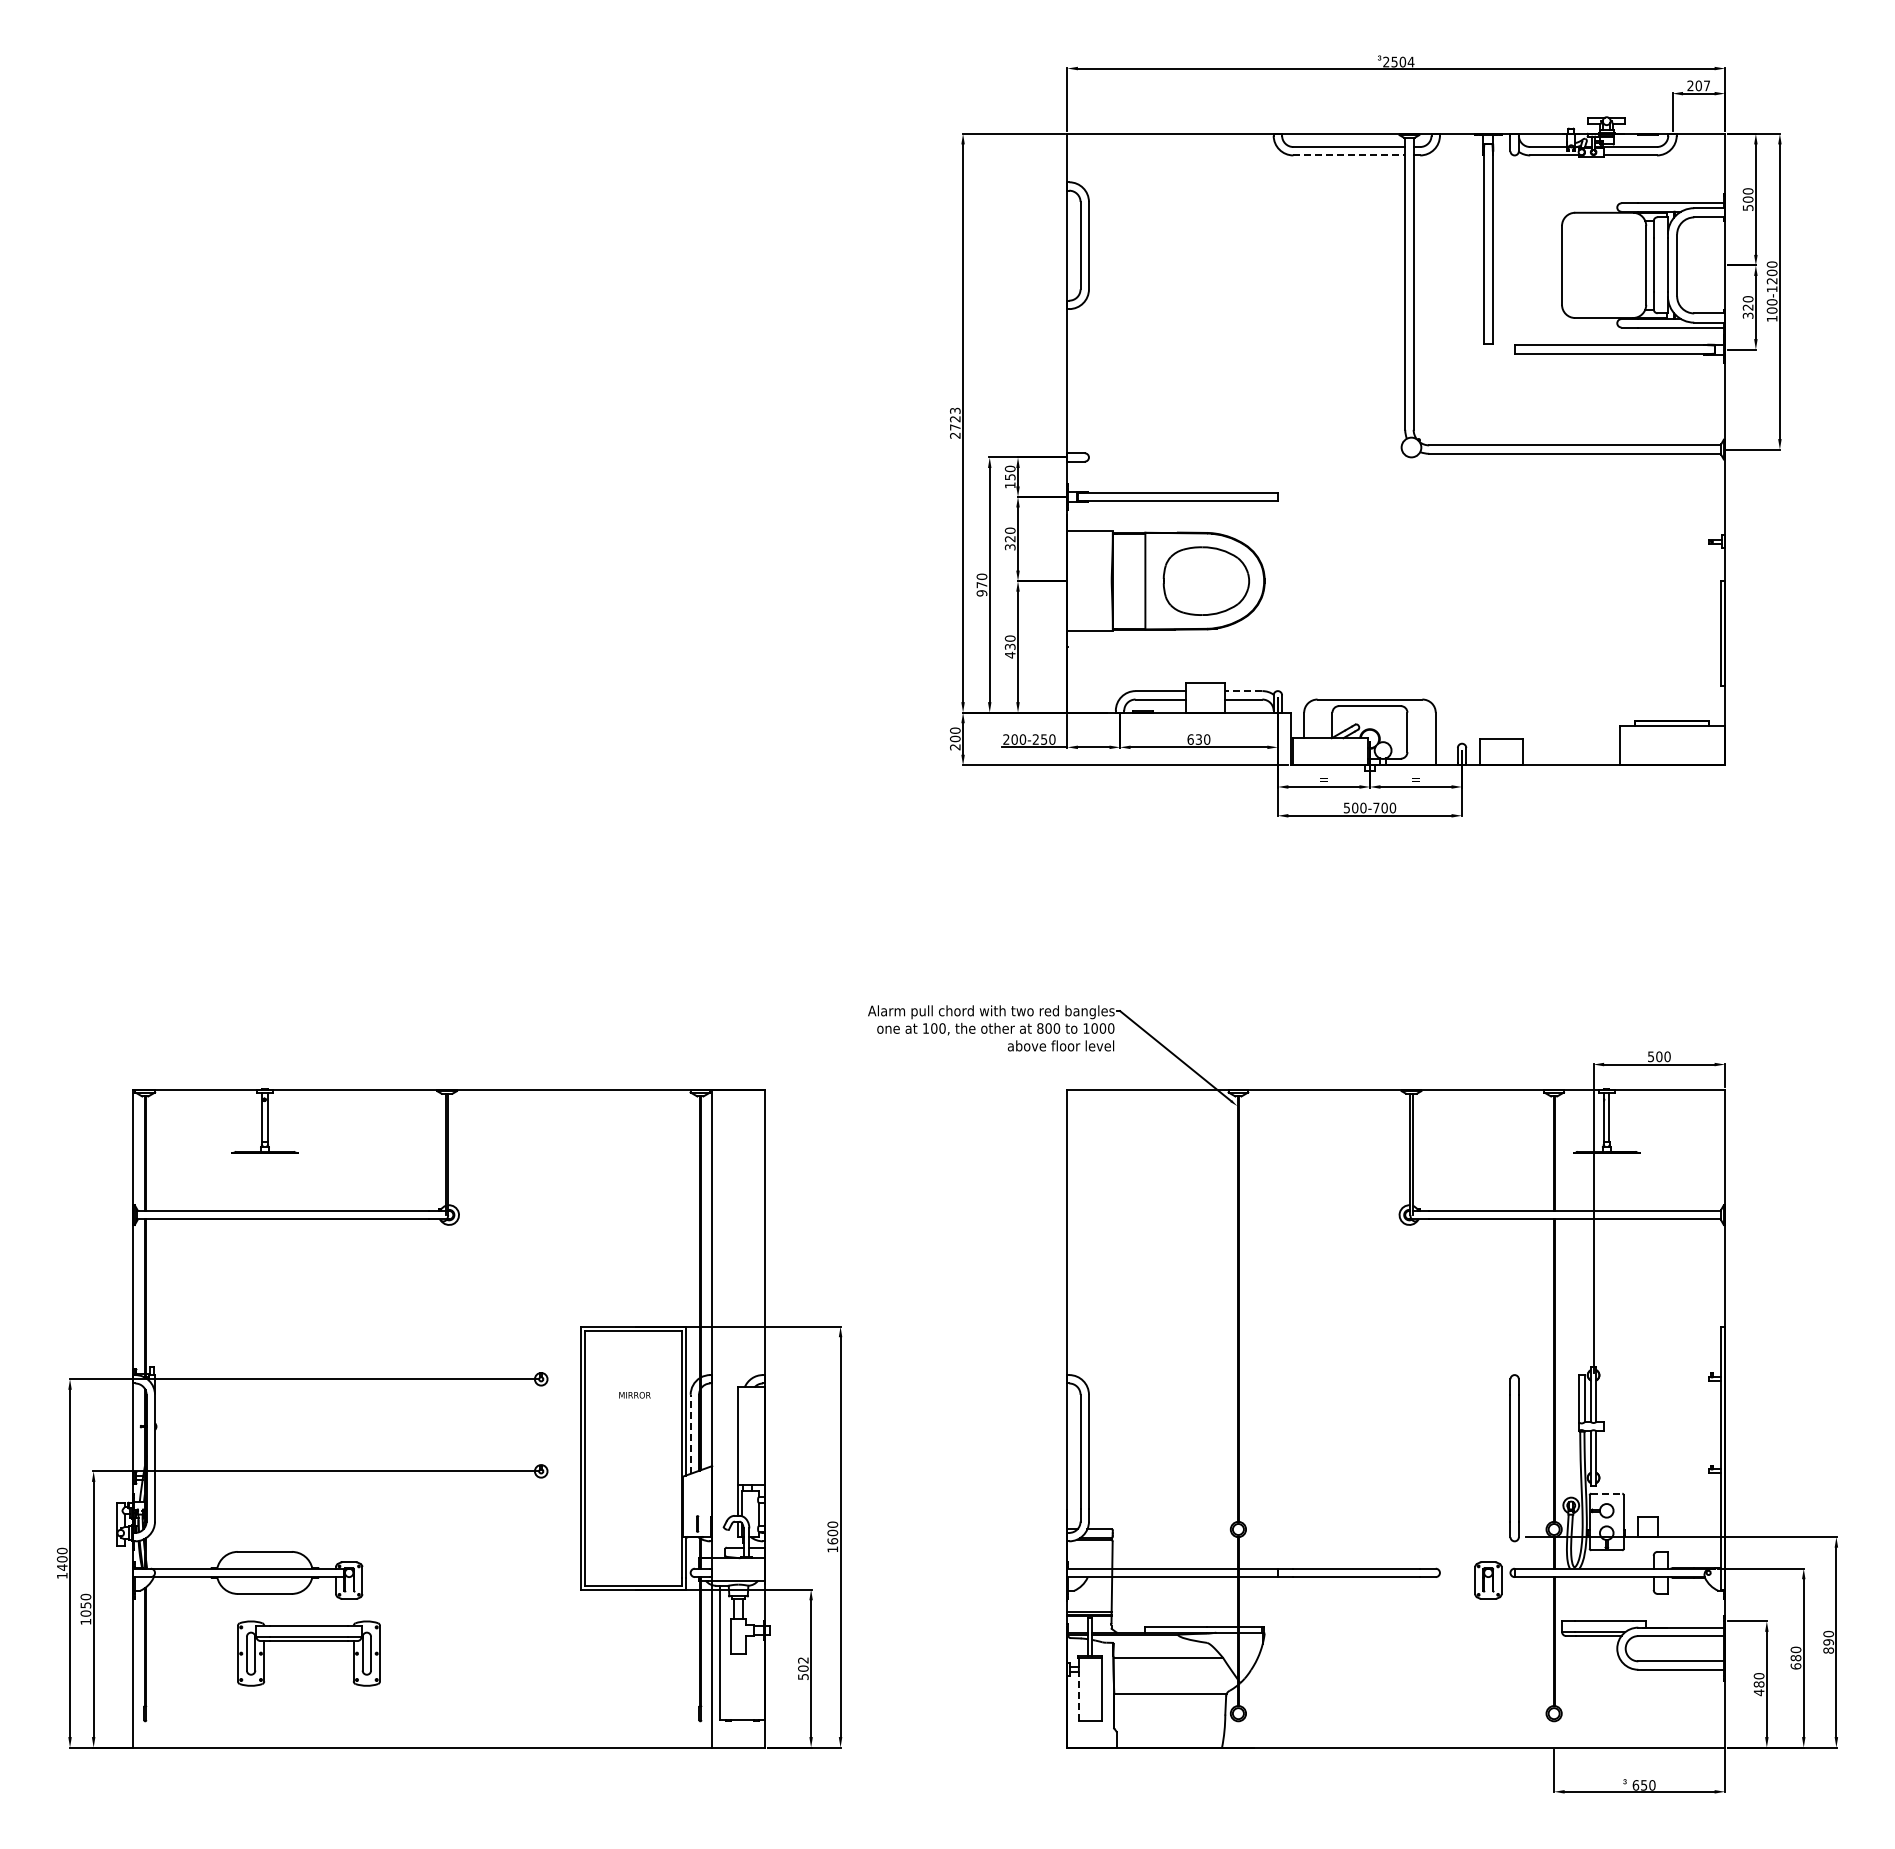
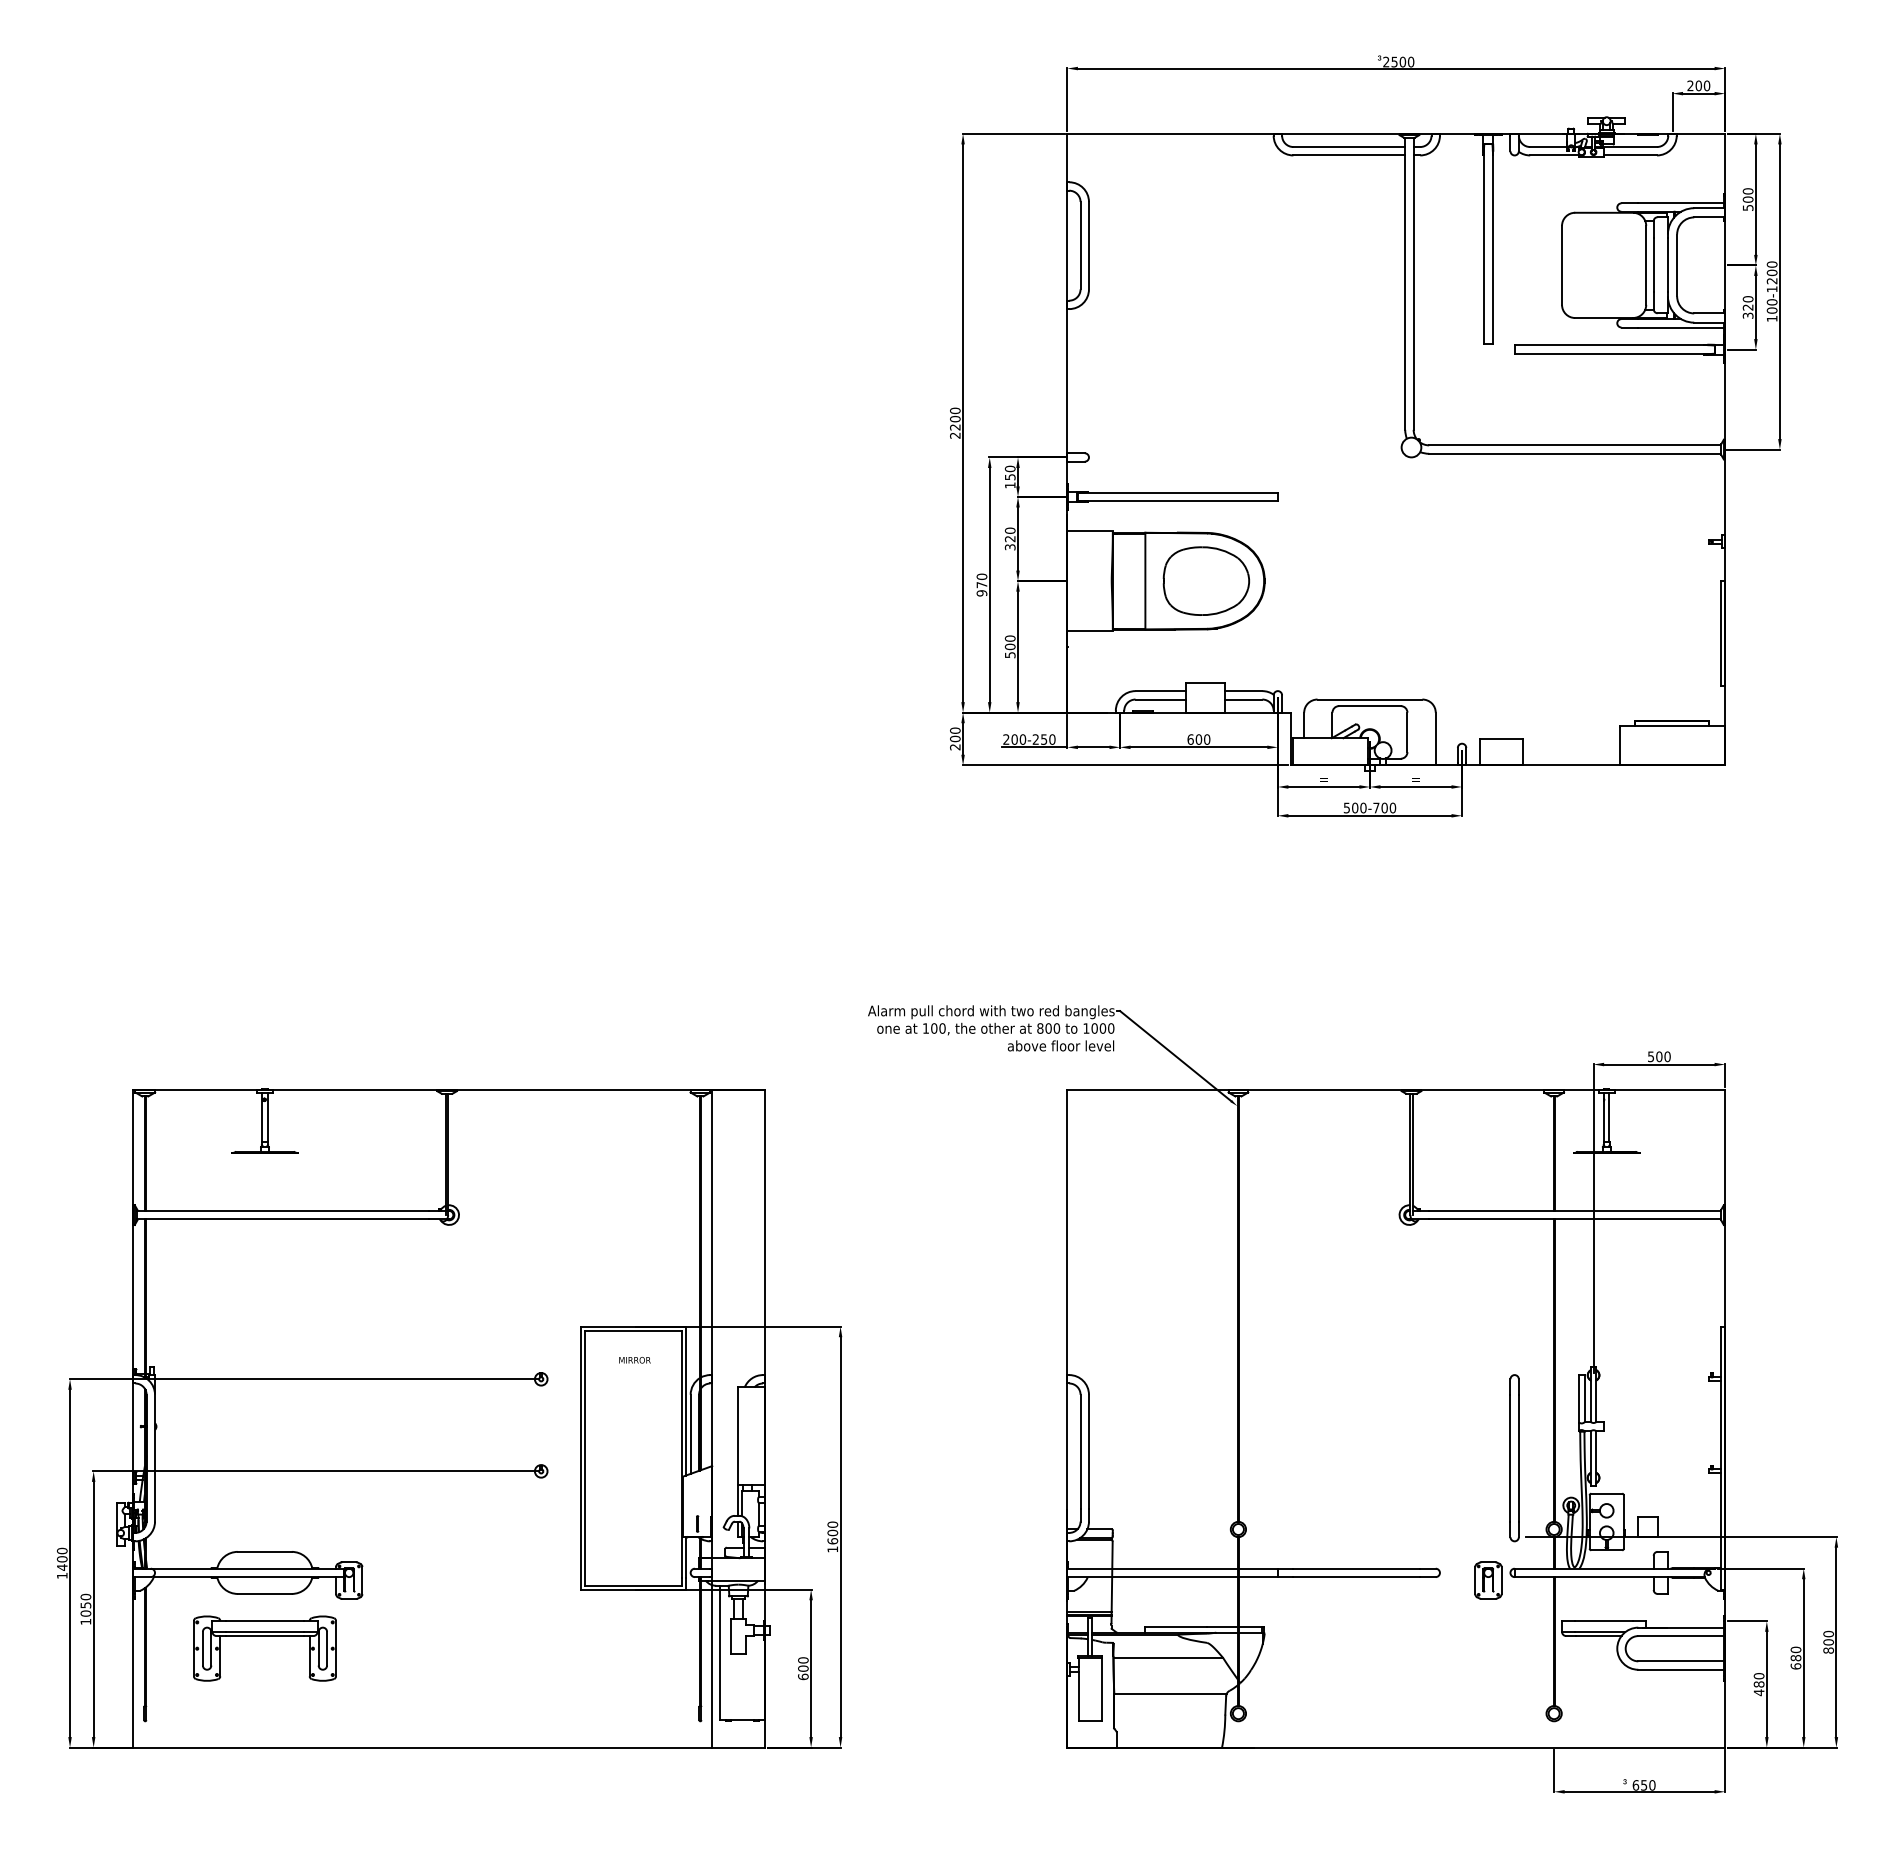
text at (1410, 61): 2504 -> 2500
text at (1706, 85): 207 -> 200
line at (1349, 155): dashed -> solid
text at (955, 418): 2723 -> 2200
text at (1010, 650): 430 -> 500
line at (1243, 691): dashed -> solid
text at (1198, 739): 630 -> 600
text at (634, 1395) position: (634, 1395) -> (634, 1360)
line at (690, 1434): dashed -> solid
line at (1606, 1493): dashed -> solid
part at (308, 1641) position: (308, 1641) -> (264, 1636)
text at (1828, 1642): 890 -> 800
text at (803, 1668): 502 -> 600
line at (1078, 1696): dashed -> solid
